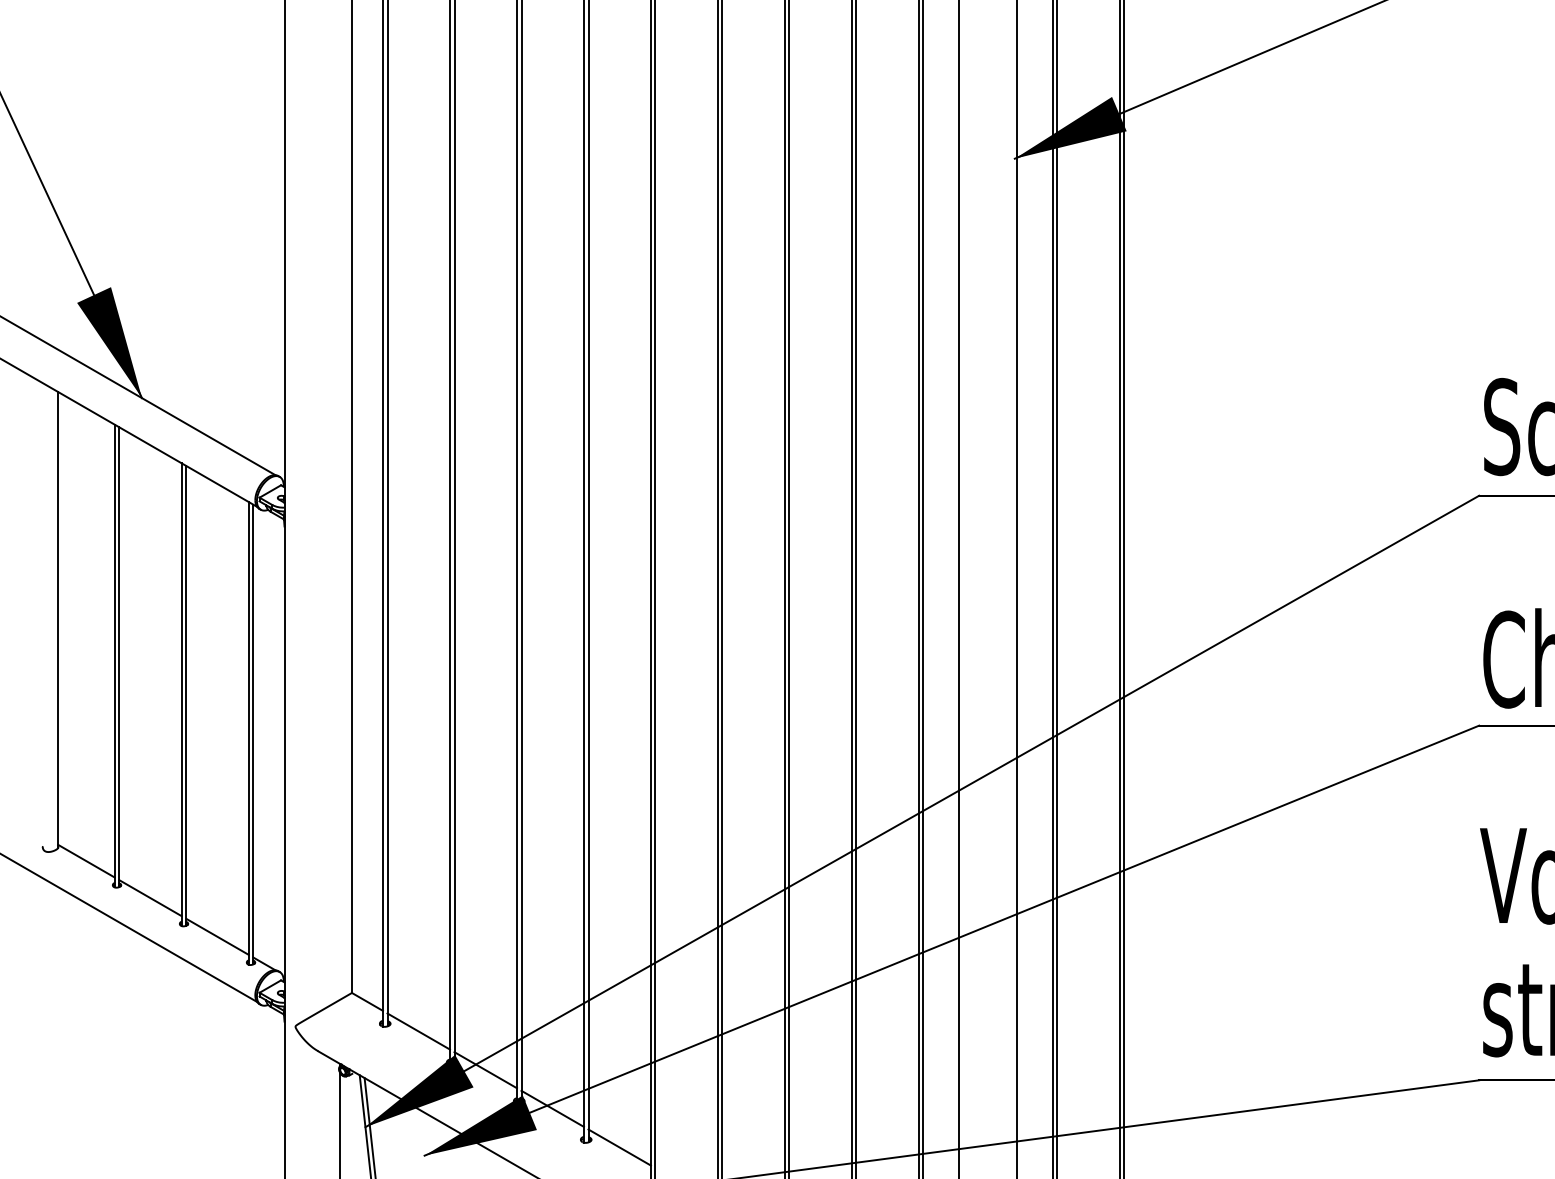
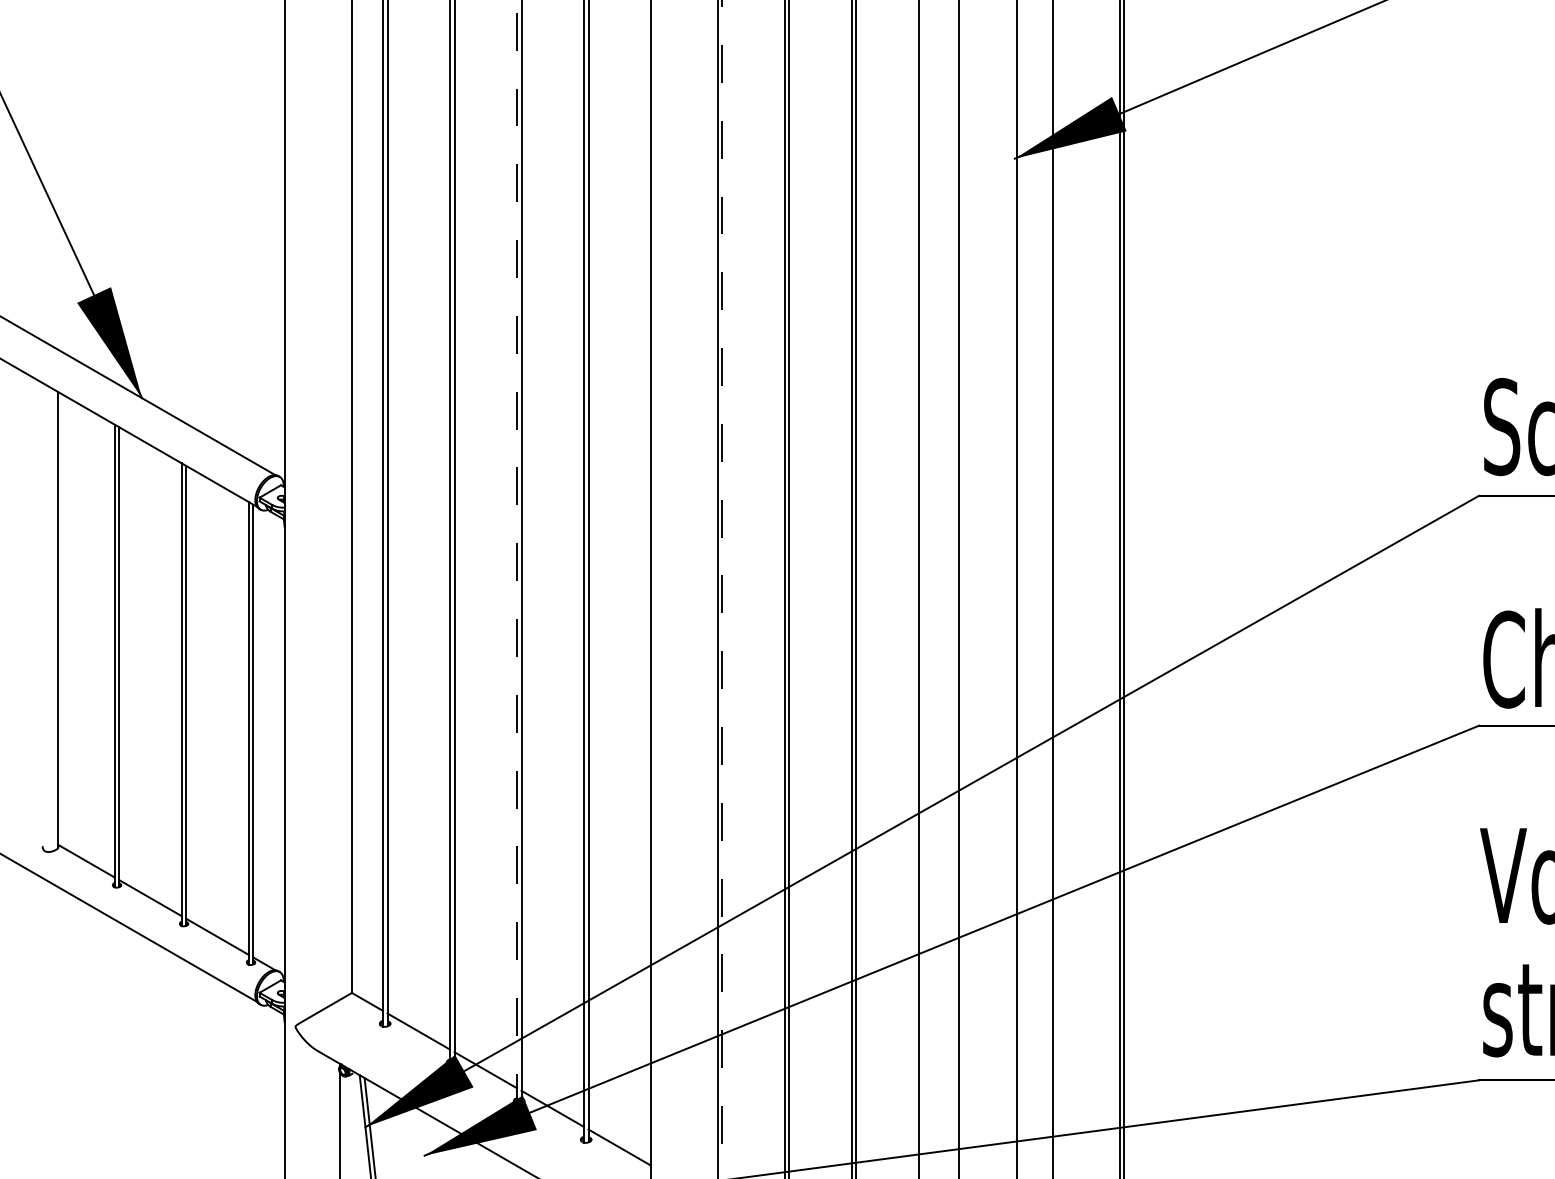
line at (516, 552): solid -> dashed
line at (655, 588): present -> none
line at (722, 588): solid -> dashed
line at (923, 588): present -> none
line at (1057, 588): present -> none
